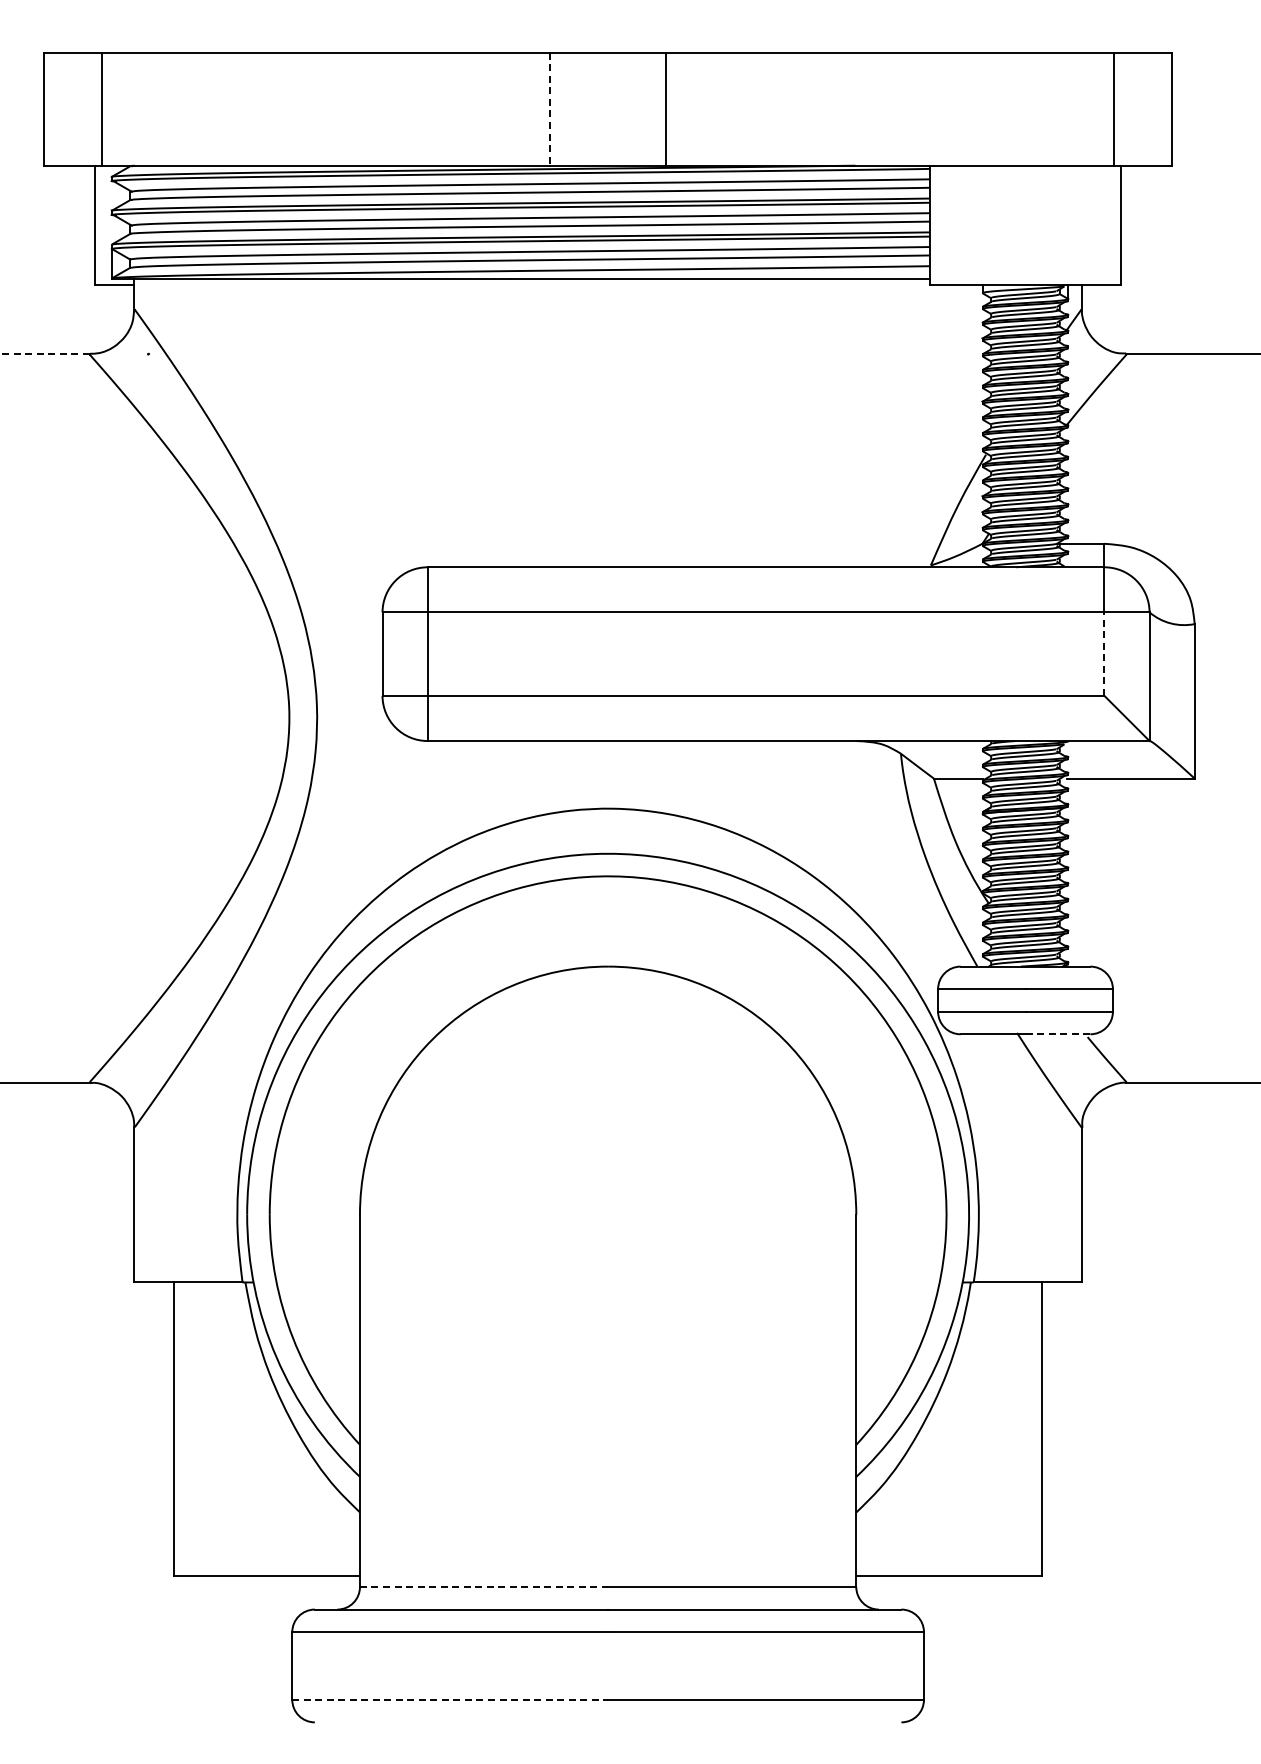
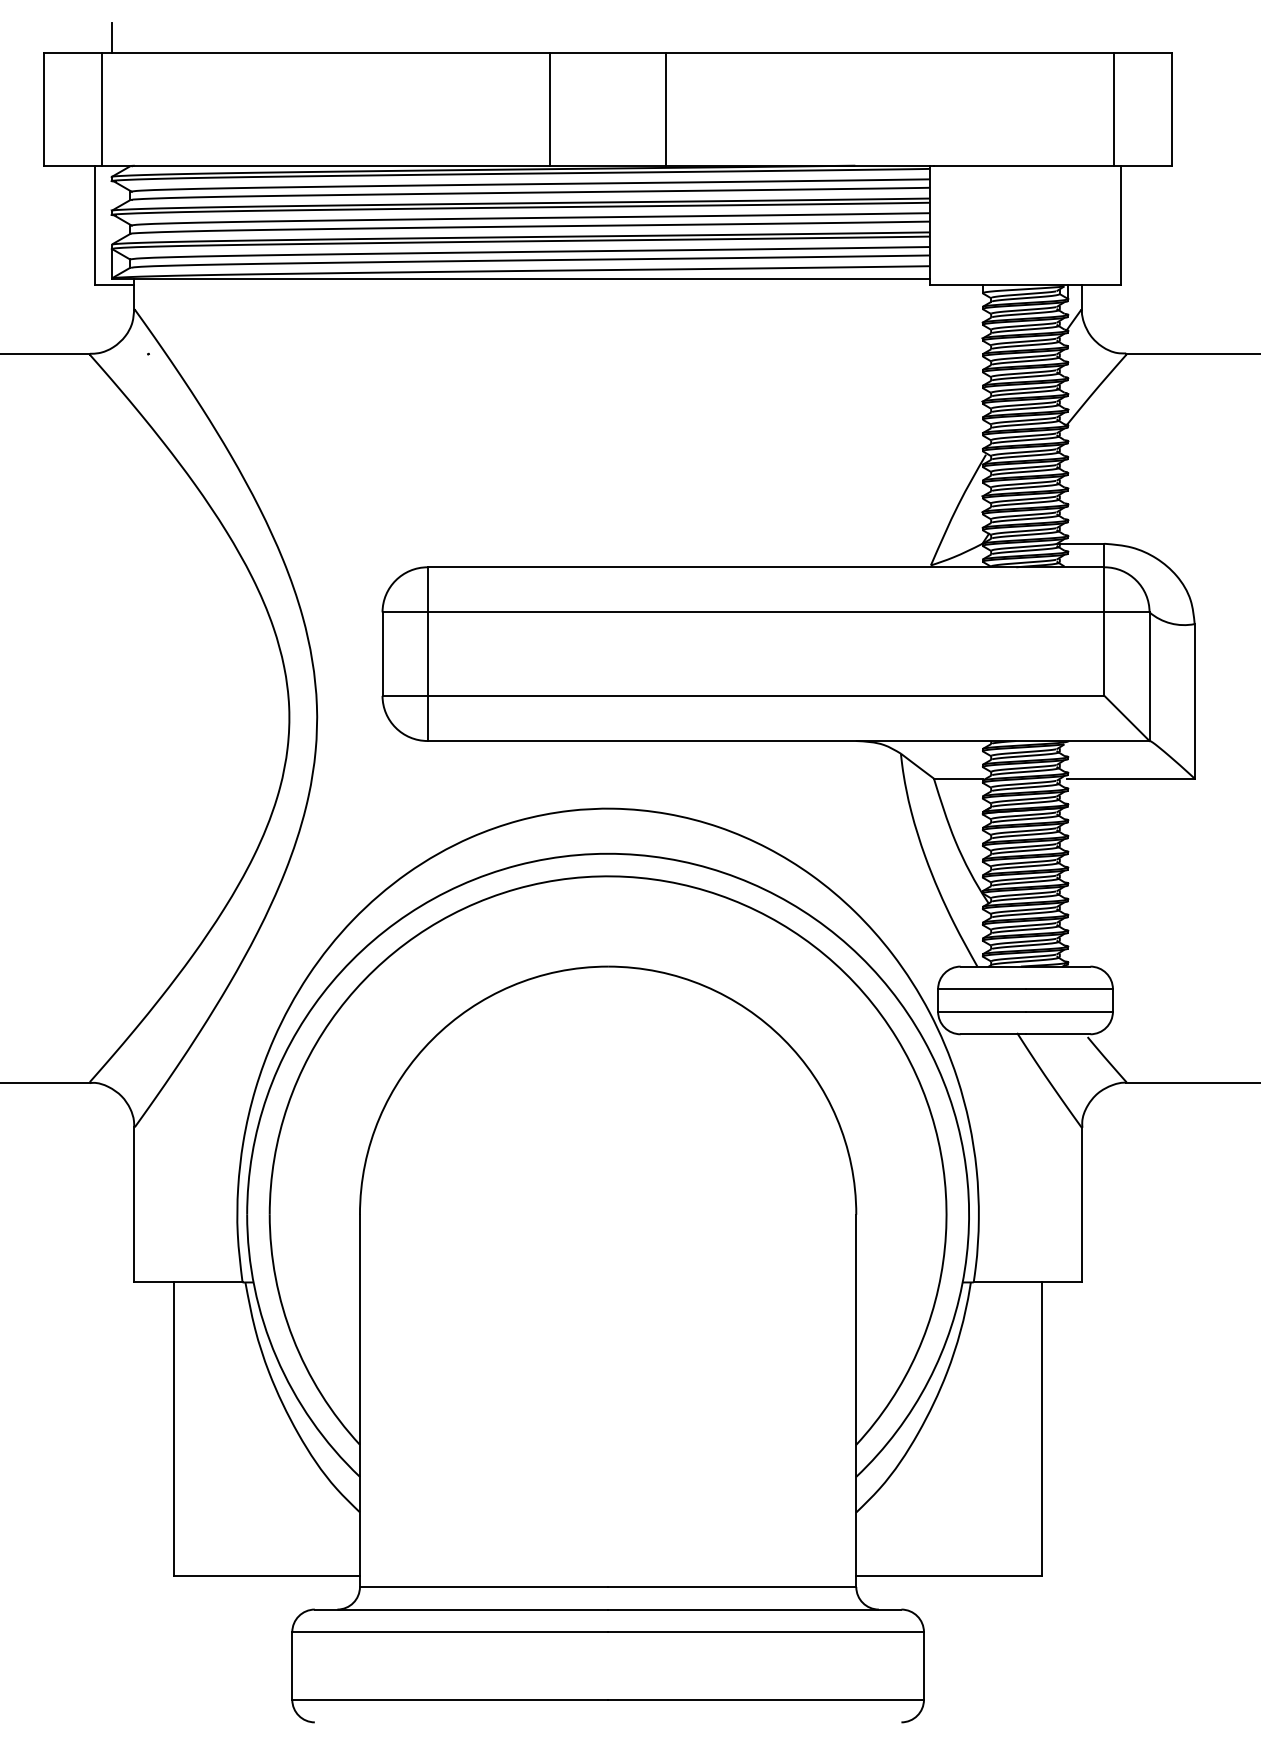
line at (111, 37): none -> present
line at (549, 109): dashed -> solid
line at (45, 354): dashed -> solid
line at (1104, 654): dashed -> solid
line at (1057, 1034): dashed -> solid
line at (484, 1587): dashed -> solid
line at (450, 1699): dashed -> solid
